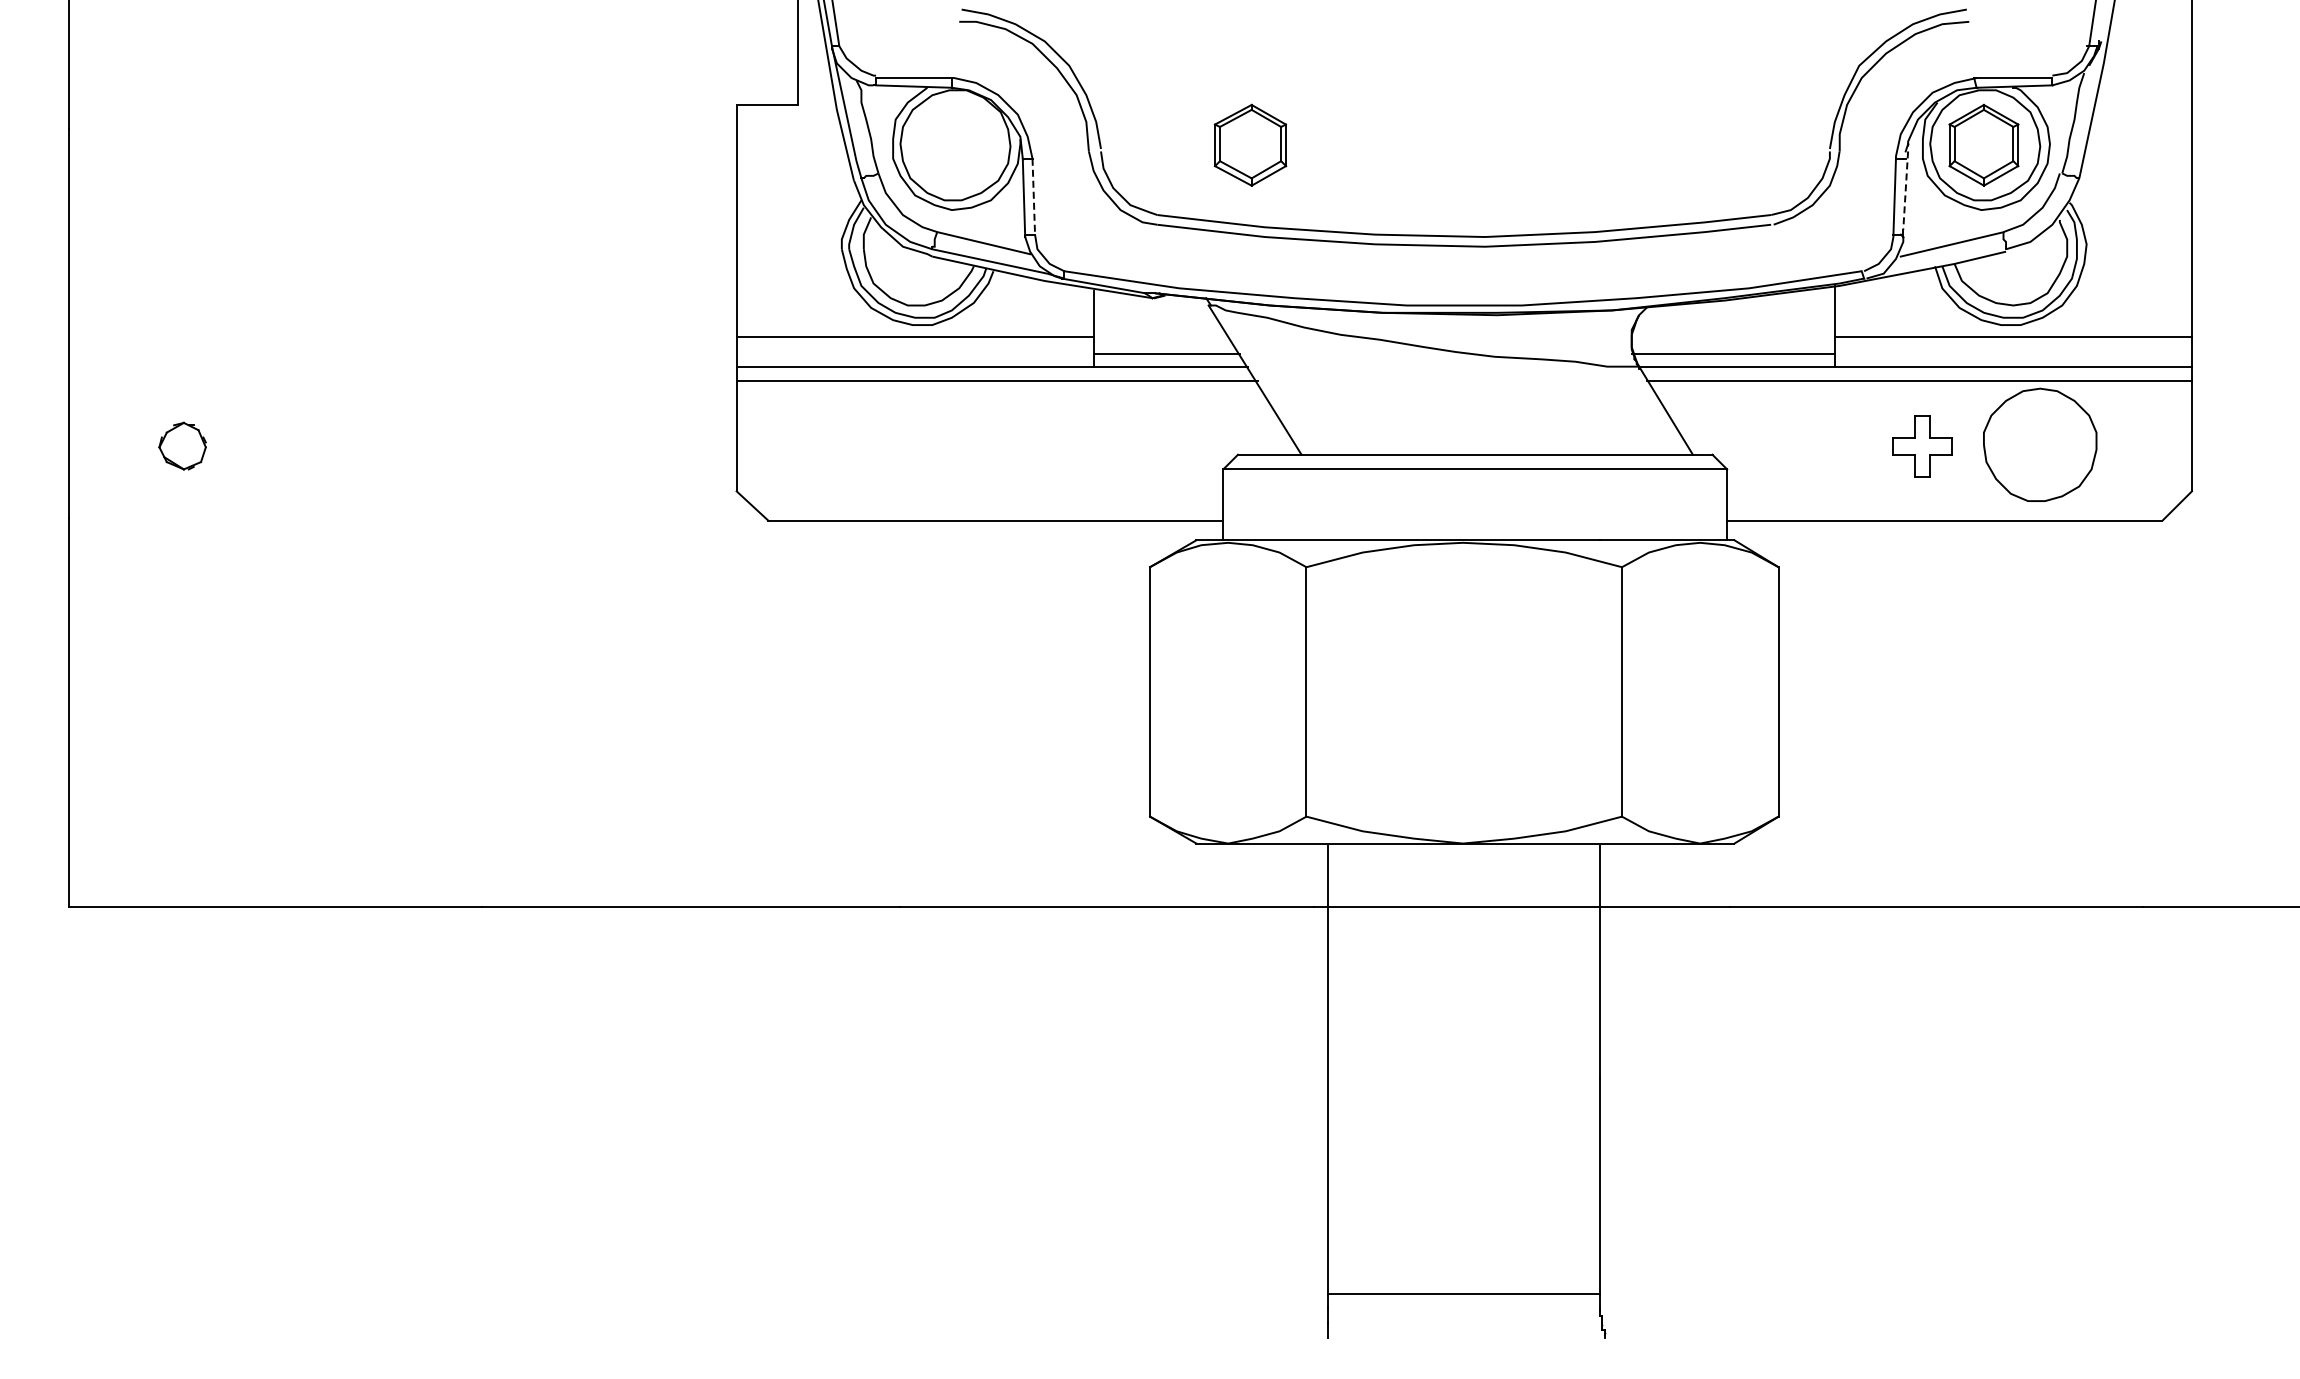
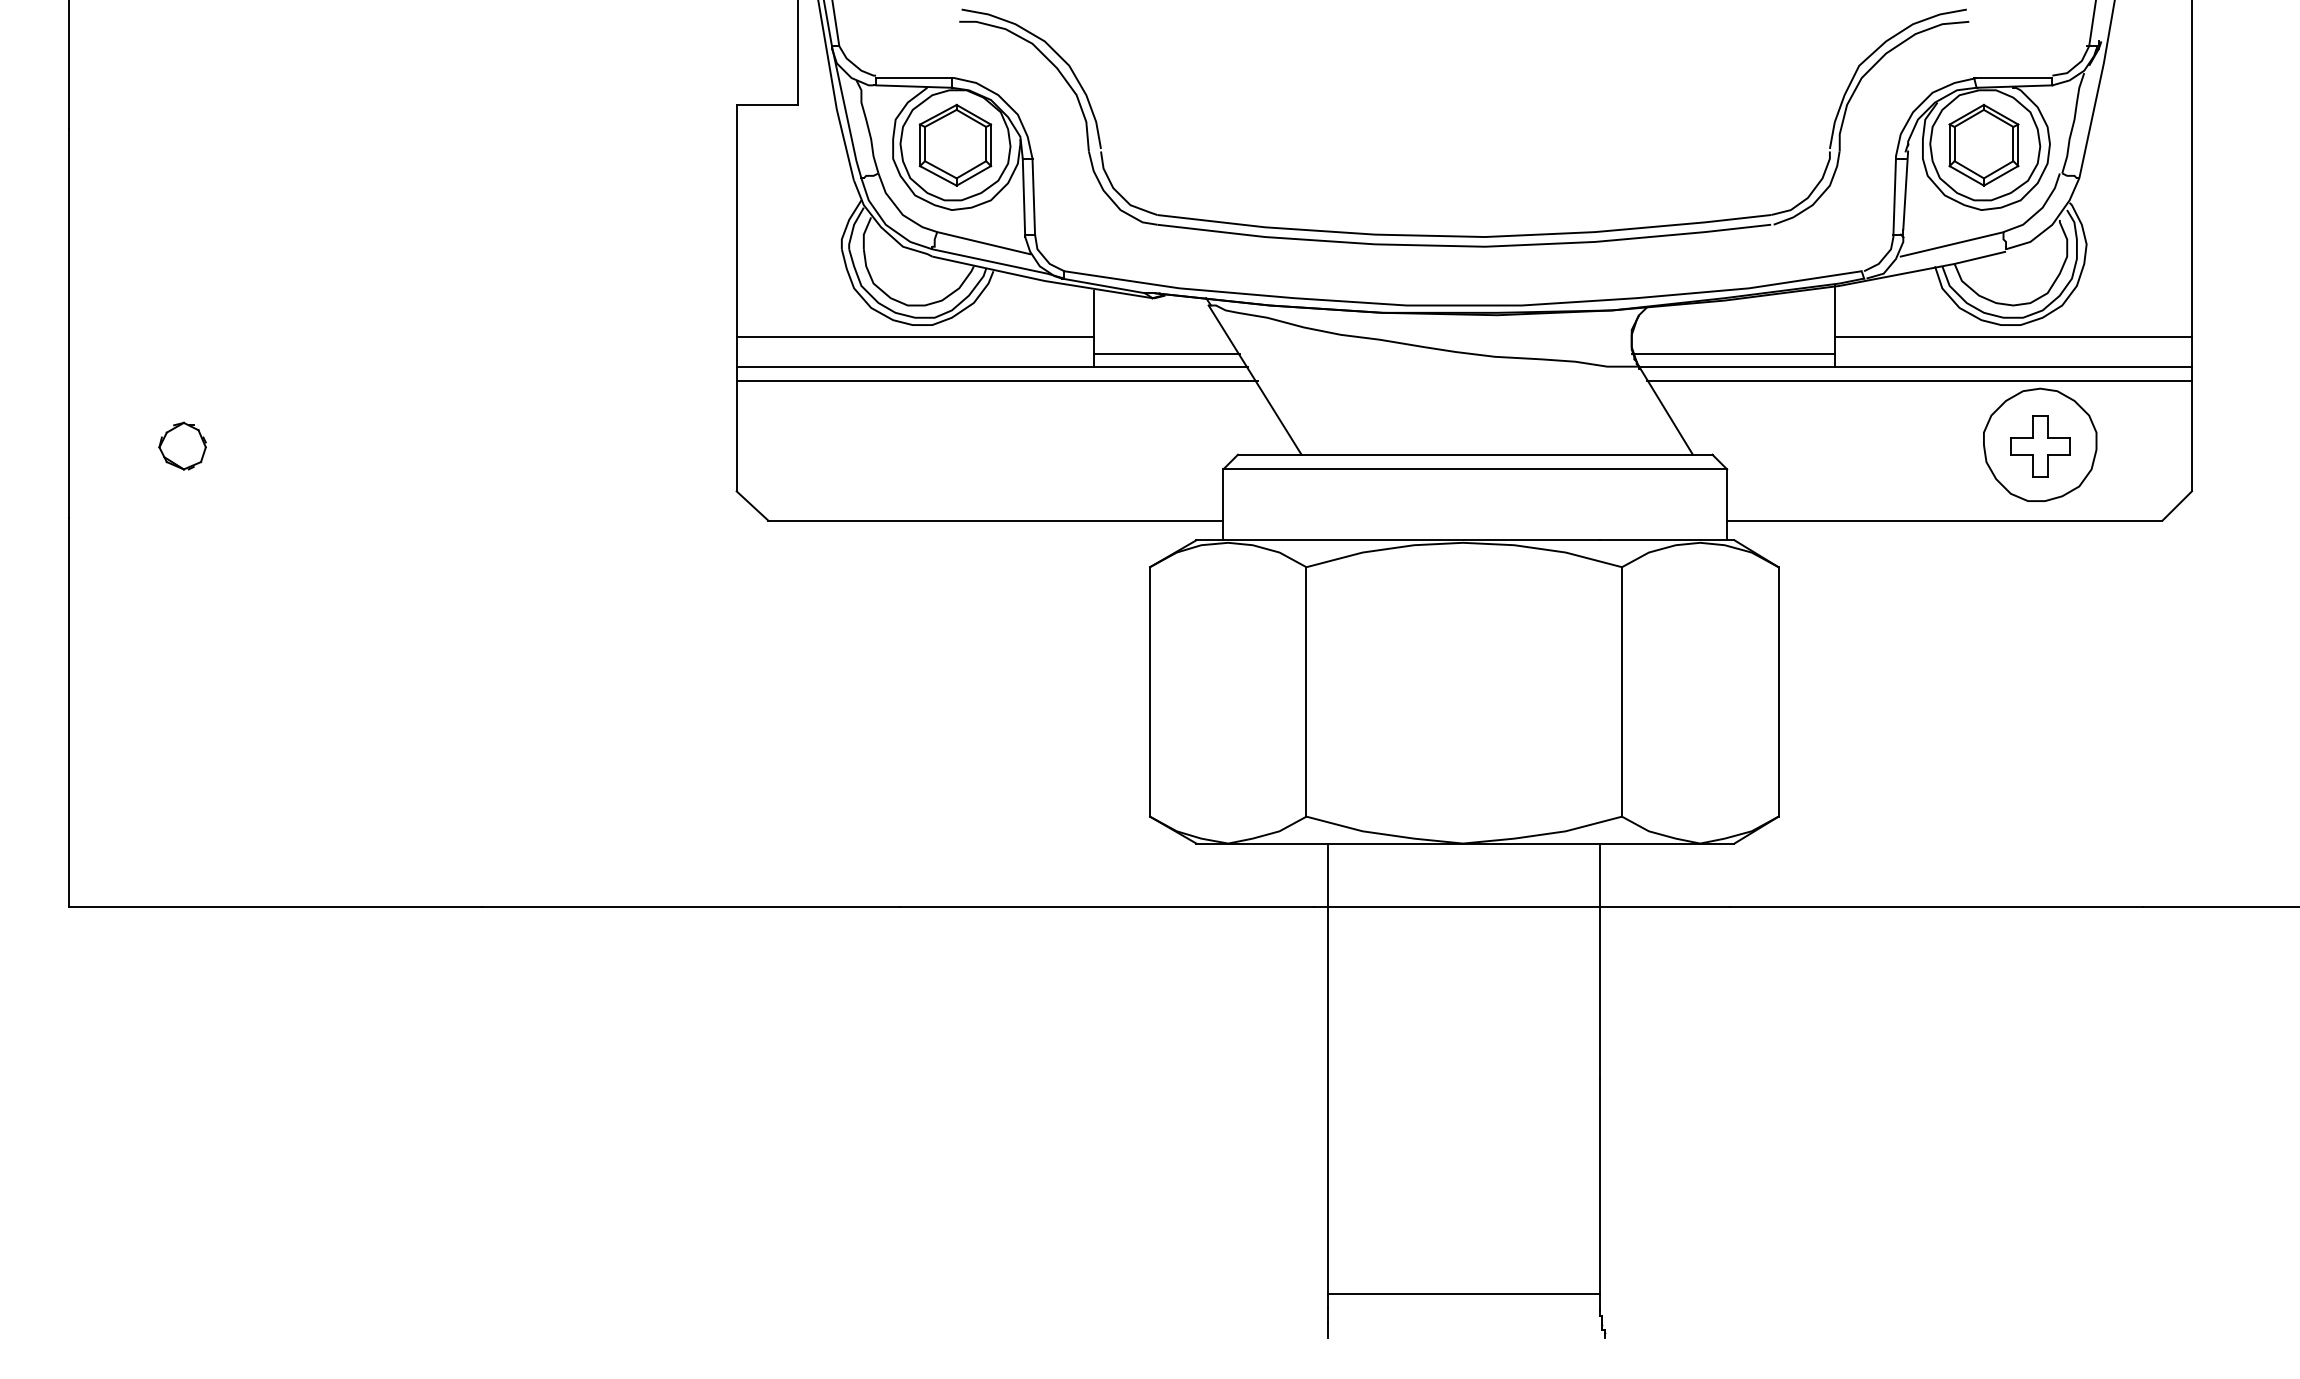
part at (1250, 144) position: (1250, 144) -> (955, 144)
line at (1905, 191): dashed -> solid
line at (1033, 196): dashed -> solid
part at (1922, 446) position: (1922, 446) -> (2040, 446)
